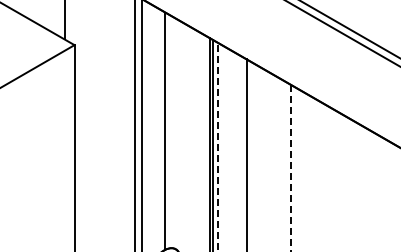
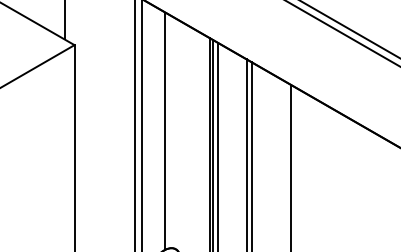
line at (217, 146): dashed -> solid
line at (251, 155): none -> present
line at (291, 168): dashed -> solid
